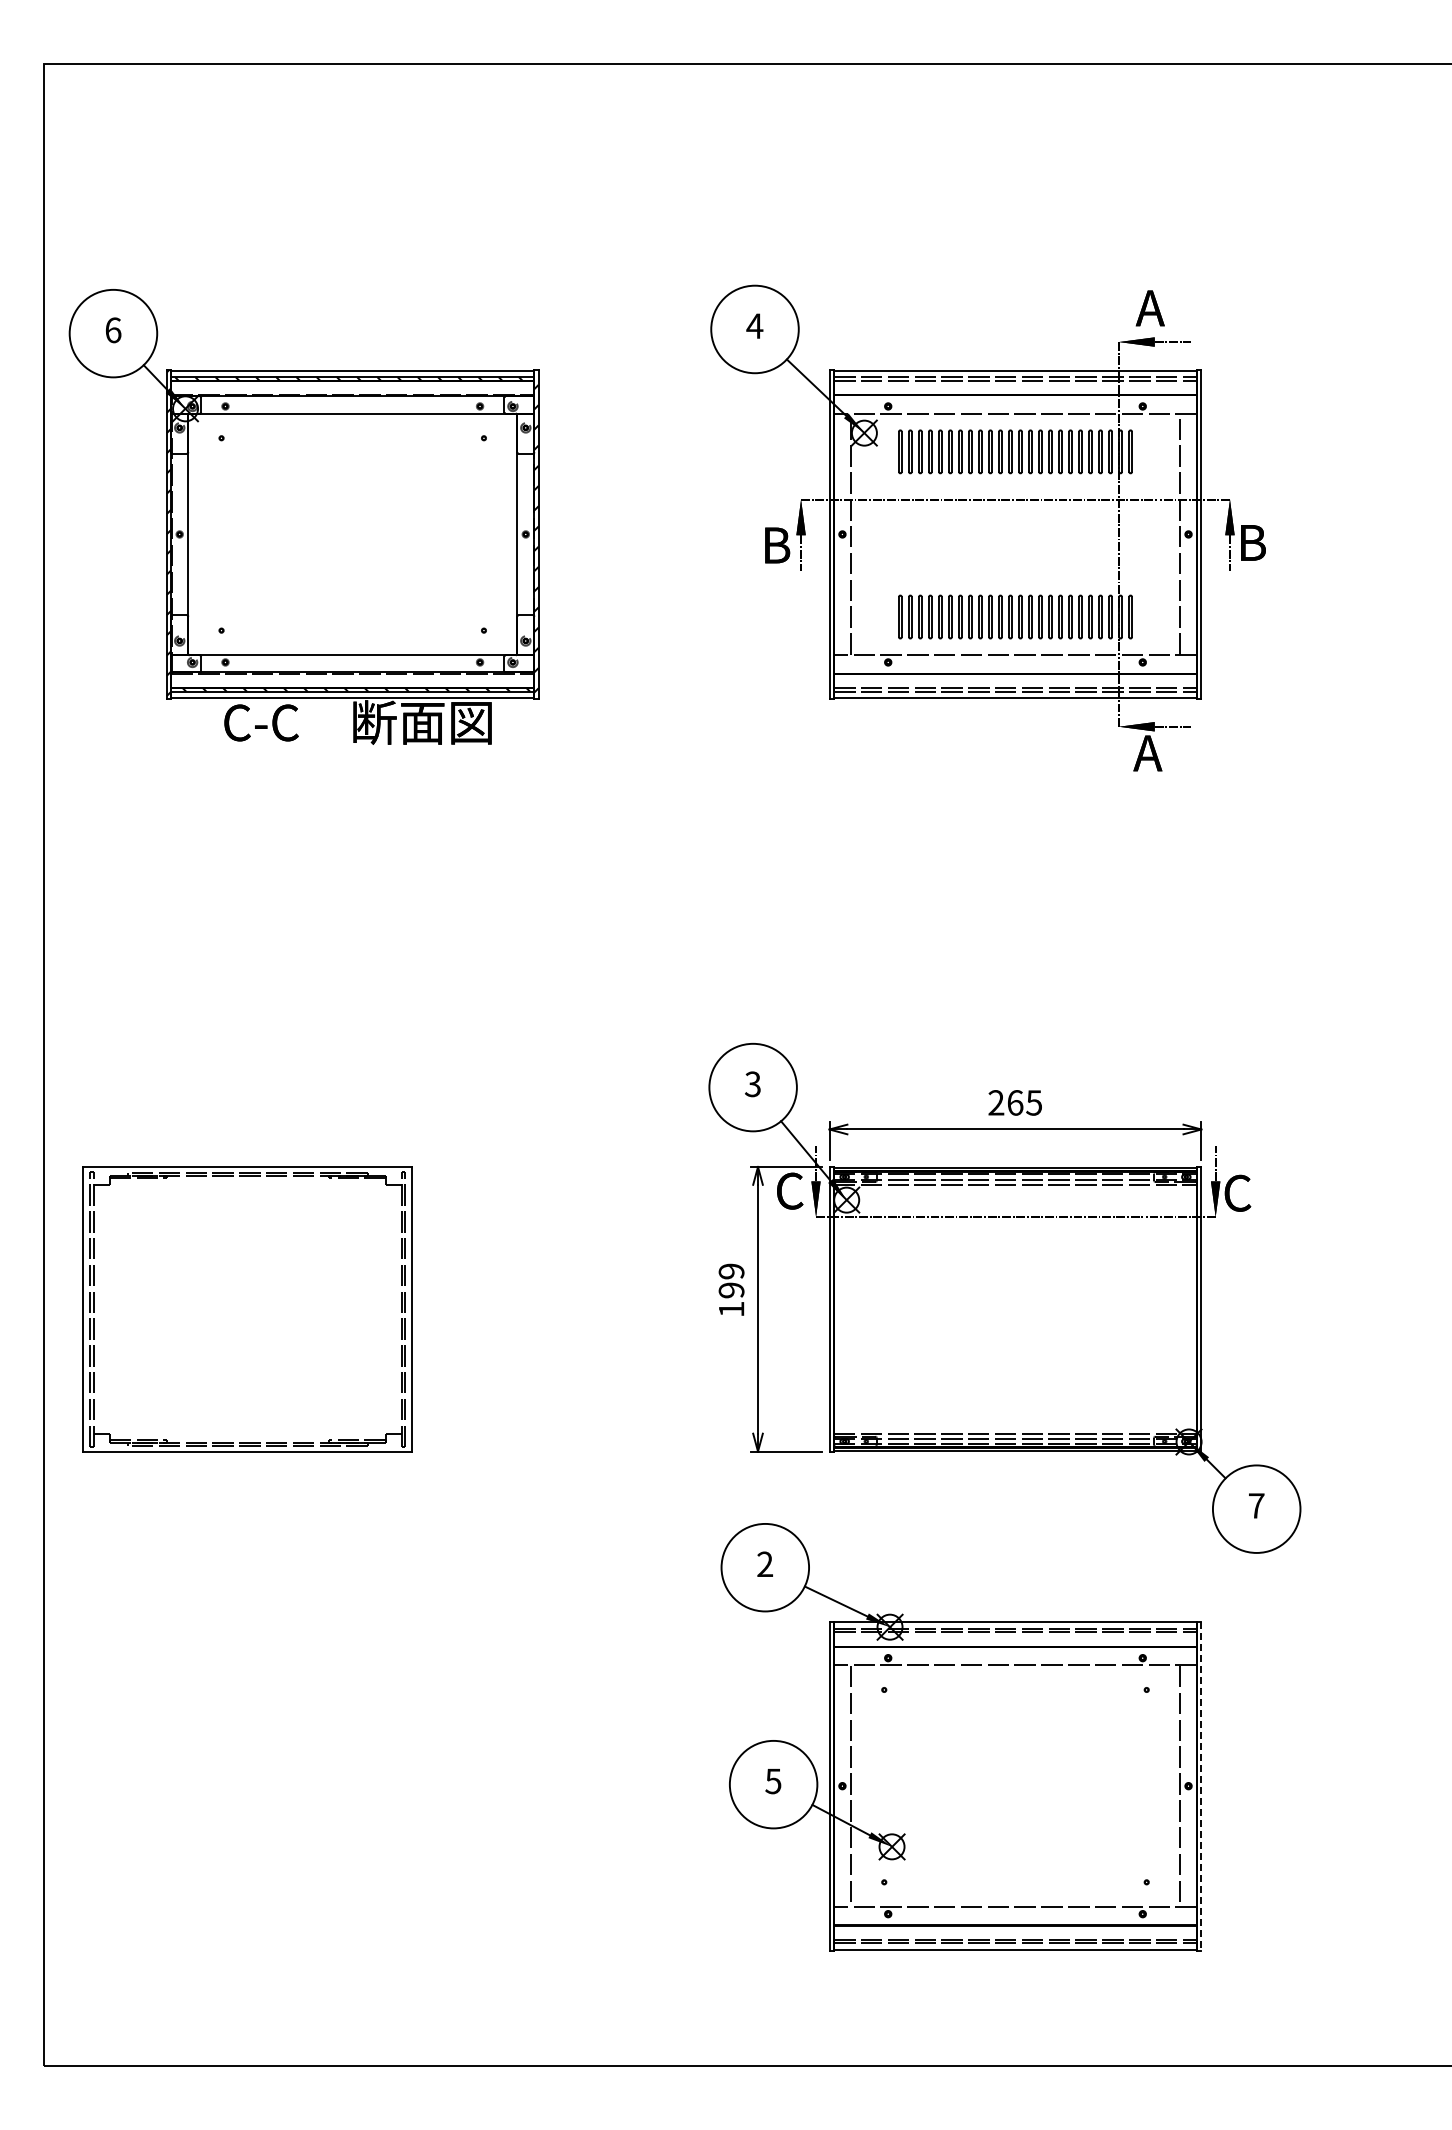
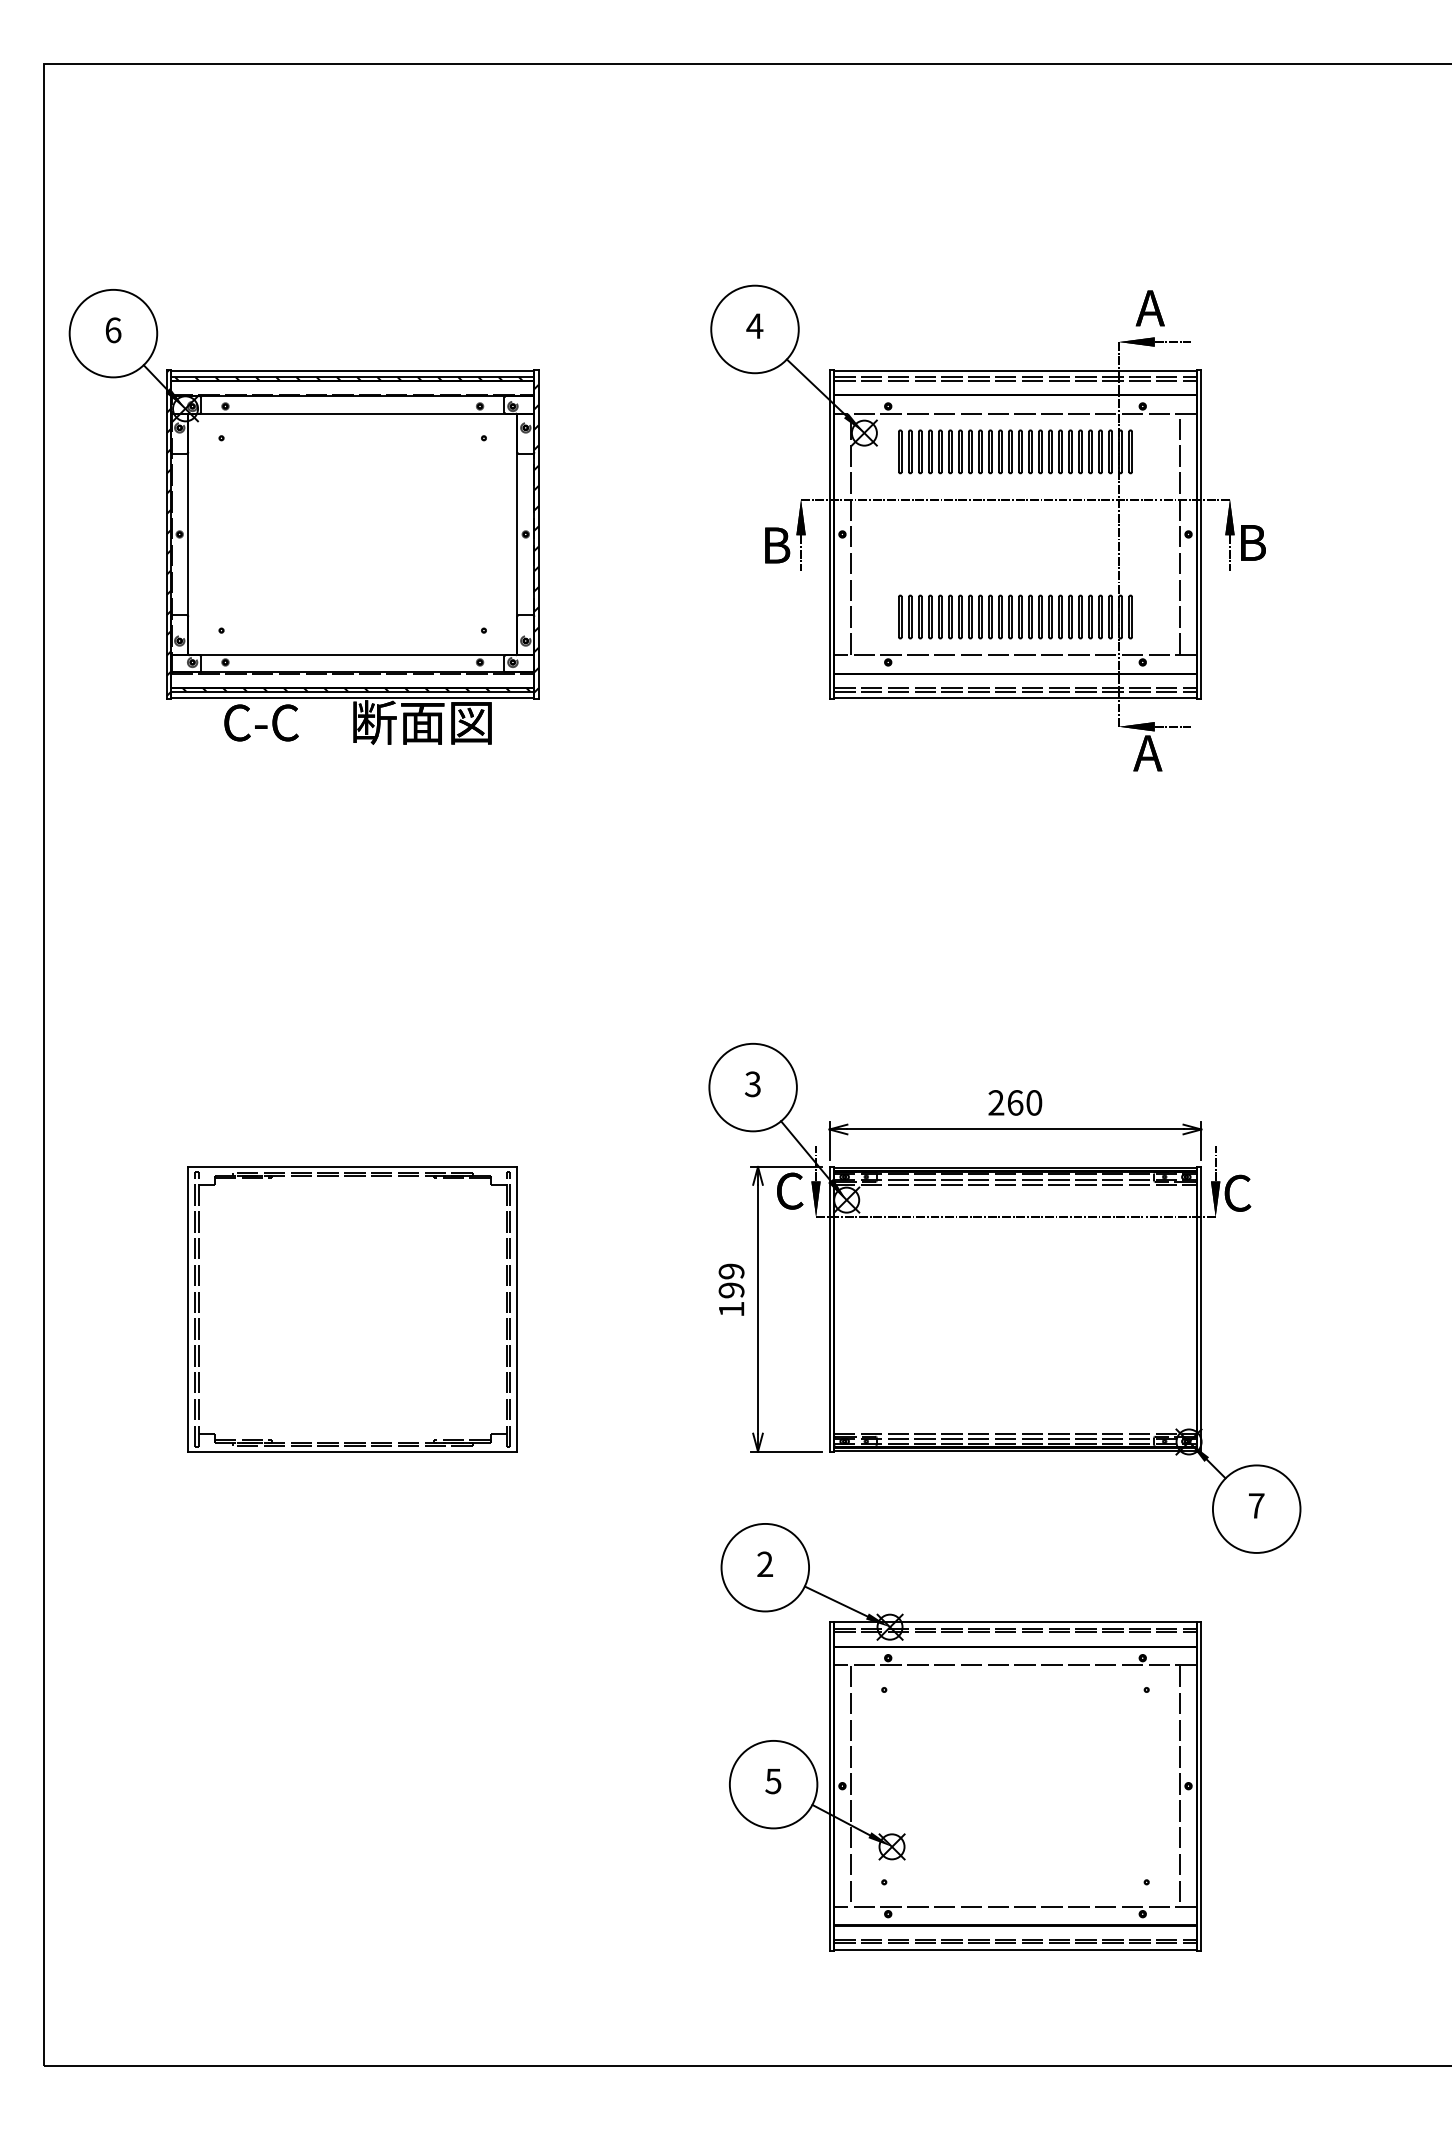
text at (1034, 1102): 265 -> 260
part at (247, 1309) position: (247, 1309) -> (352, 1309)
line at (1201, 1786): dashed -> solid
